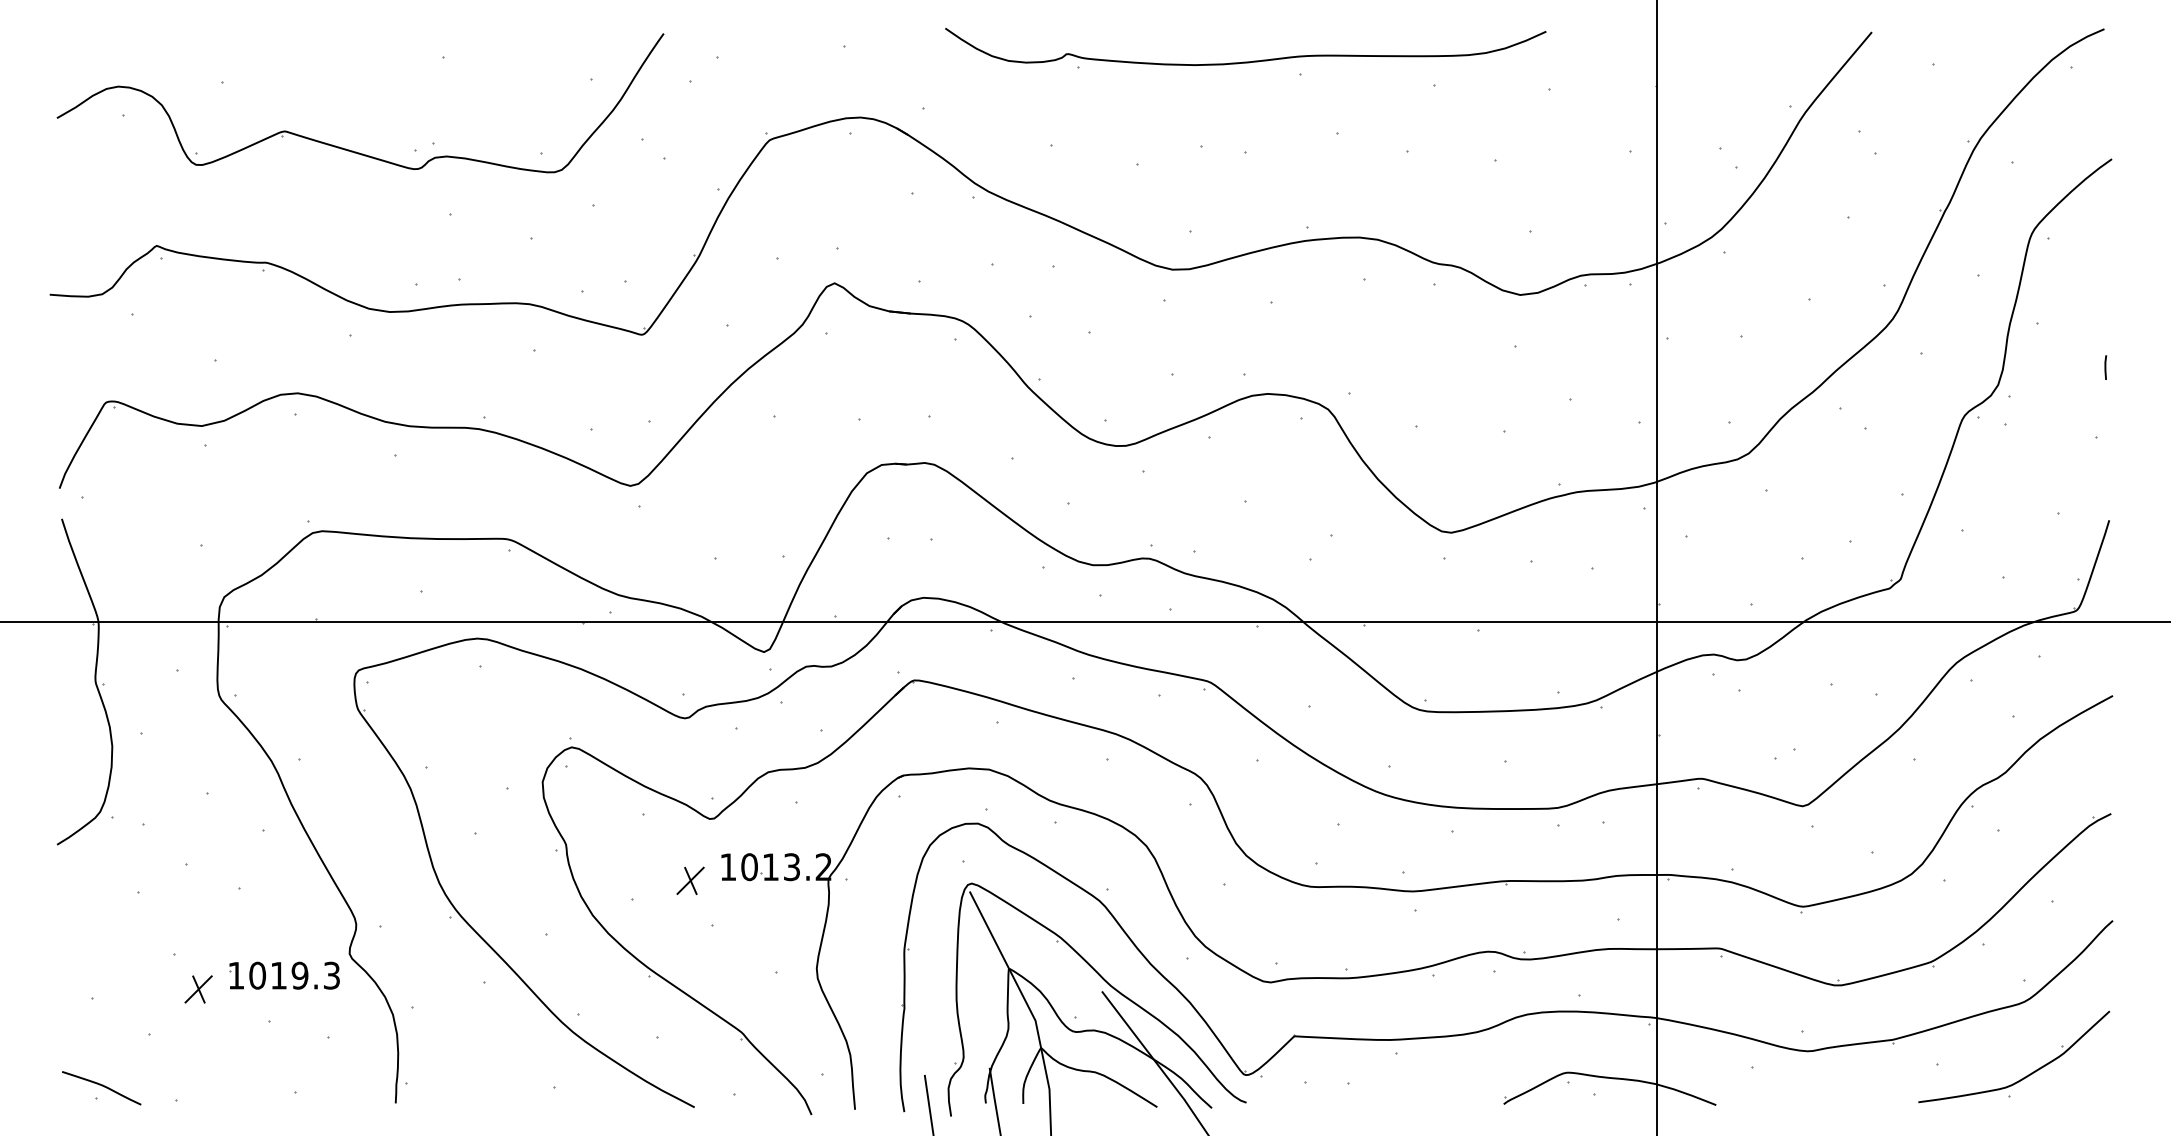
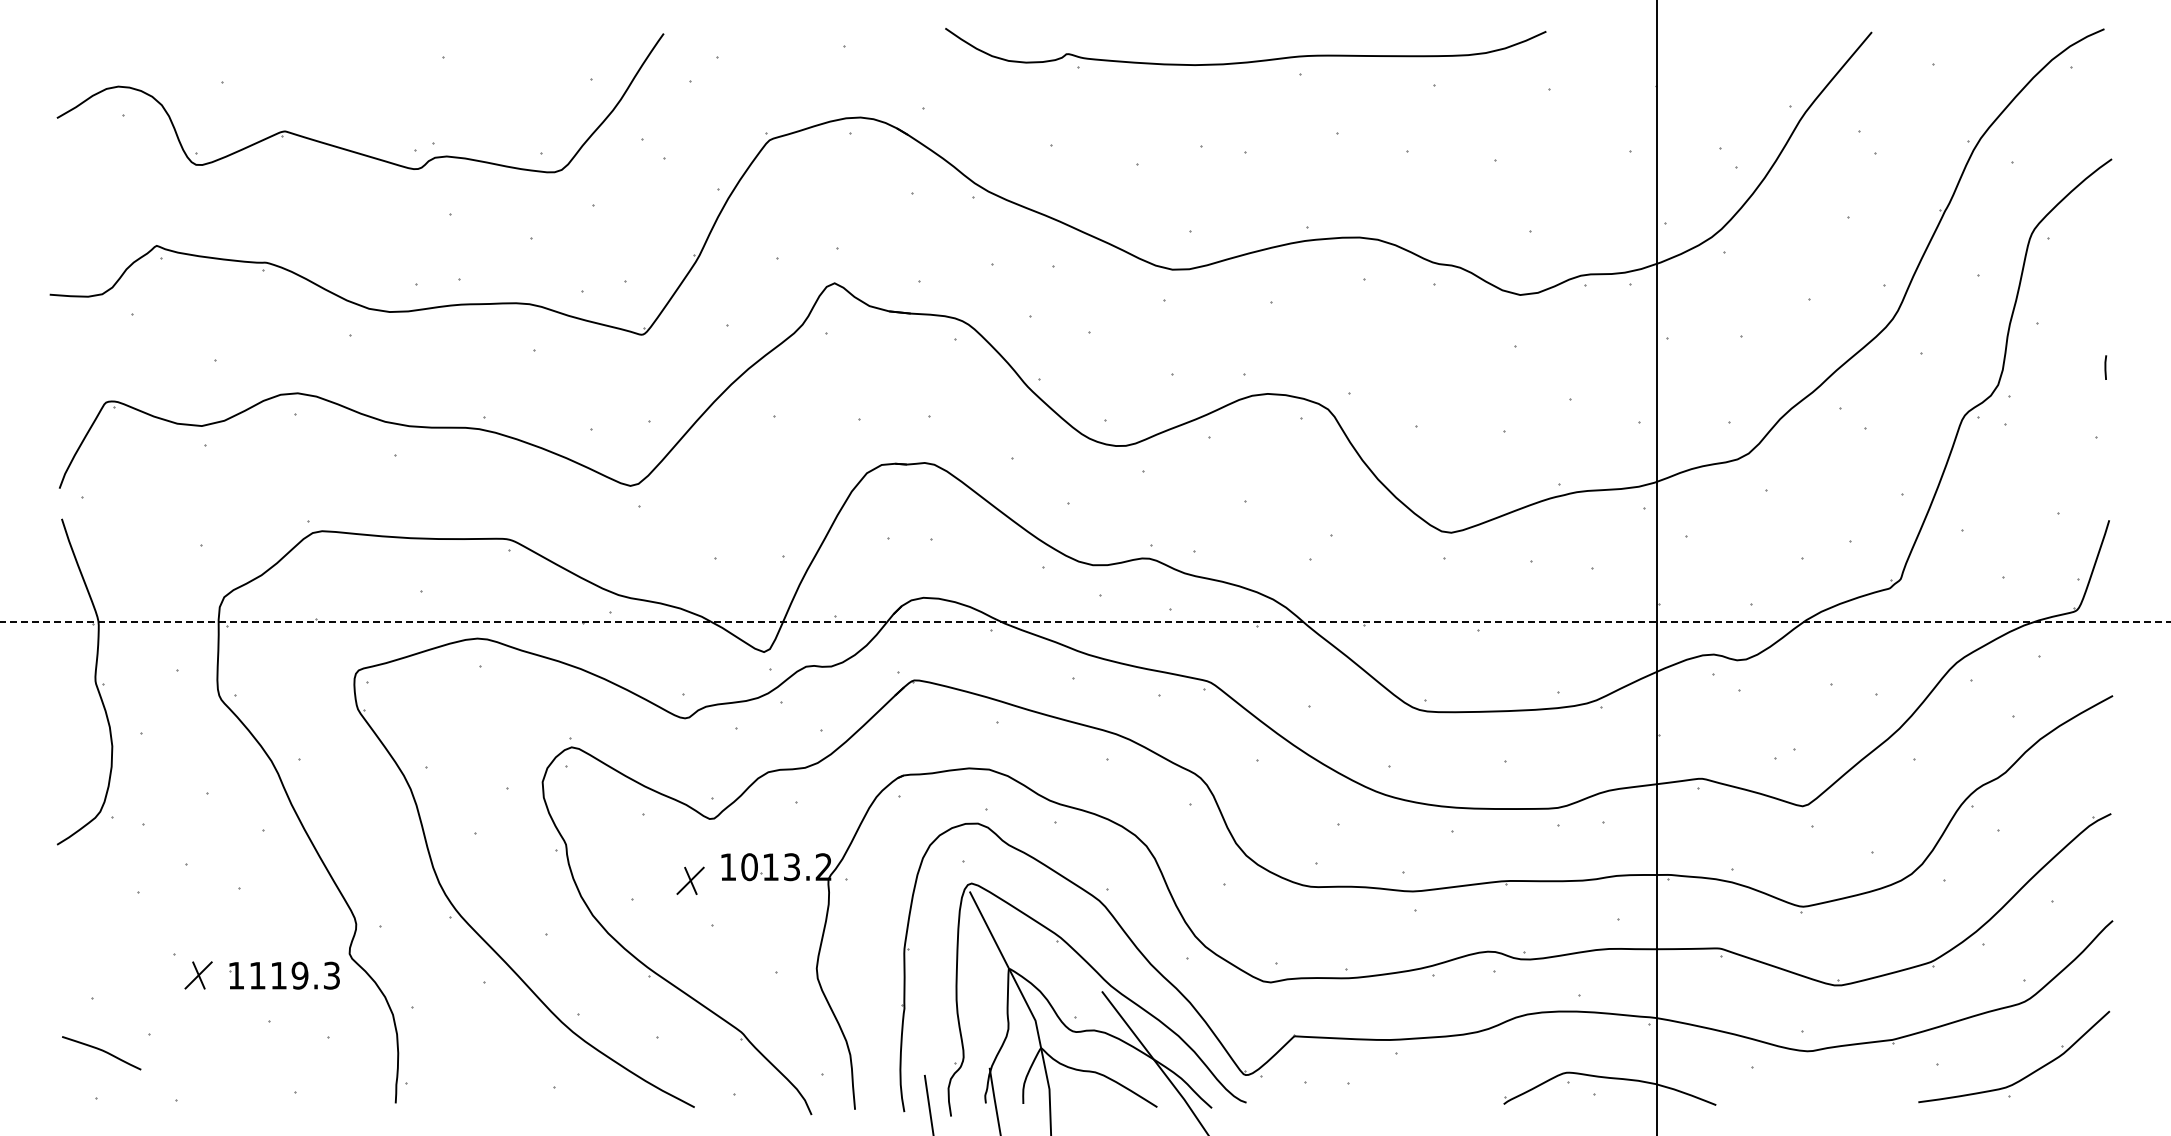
line at (1086, 622): solid -> dashed
text at (257, 975): 1019.3 -> 1119.3
part at (198, 989) position: (198, 989) -> (198, 975)
curve at (101, 1086) position: (101, 1086) -> (101, 1051)
